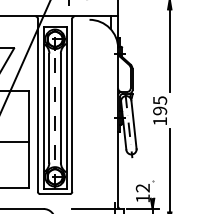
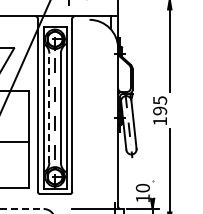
line at (49, 107): solid -> dashed
text at (142, 187): 12 -> 10
line at (22, 208): solid -> dashed
